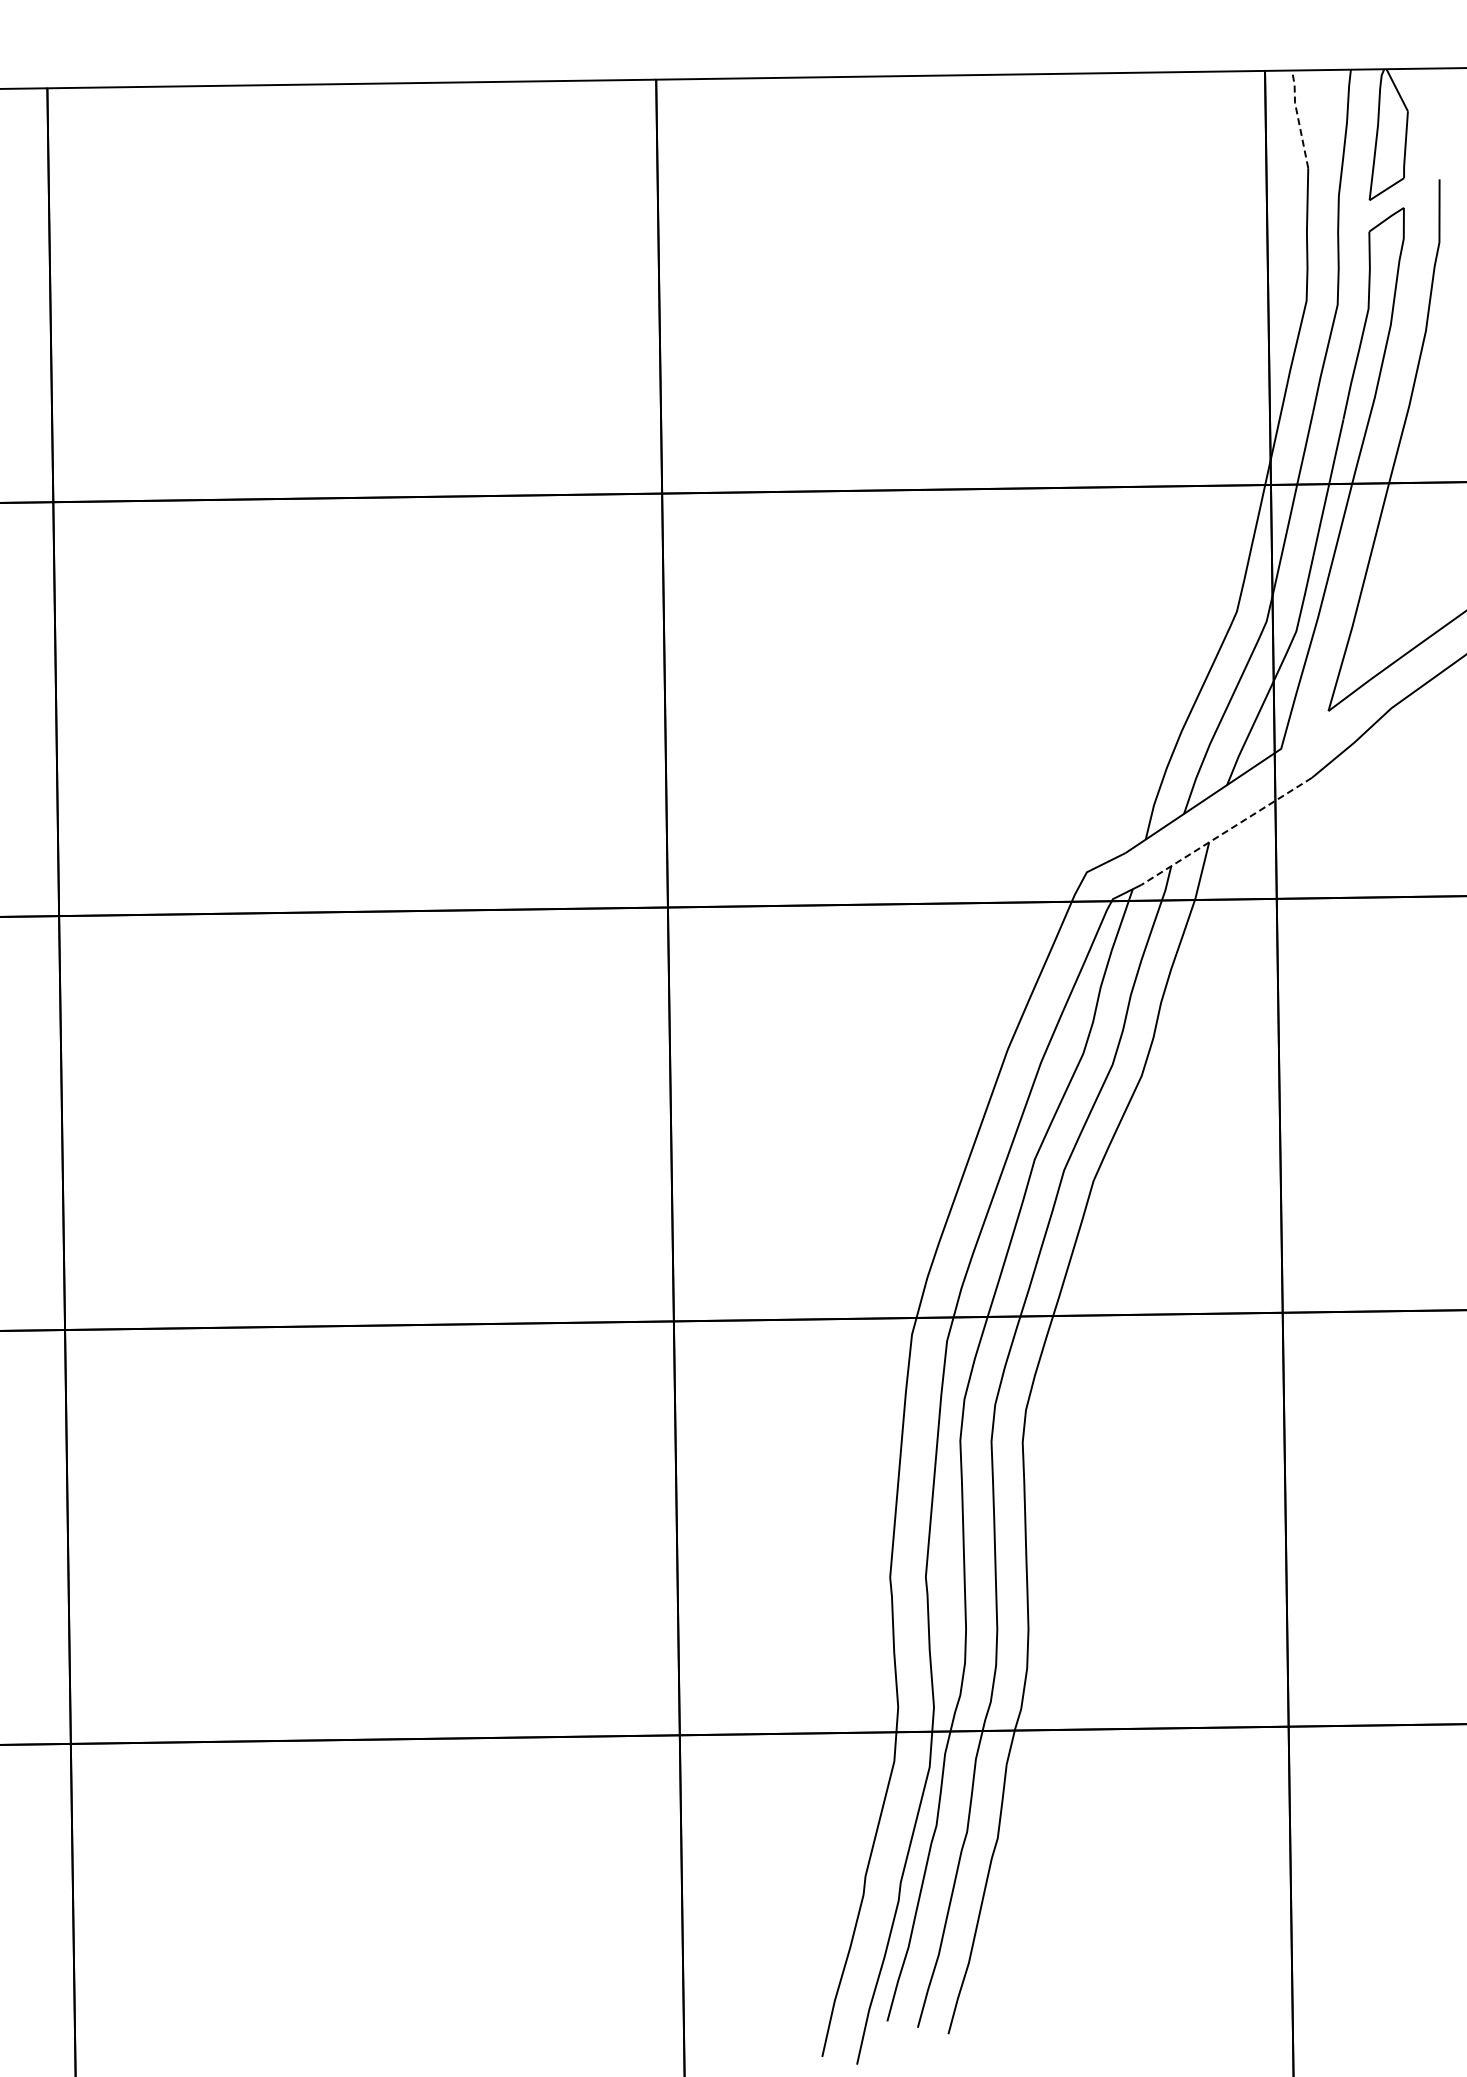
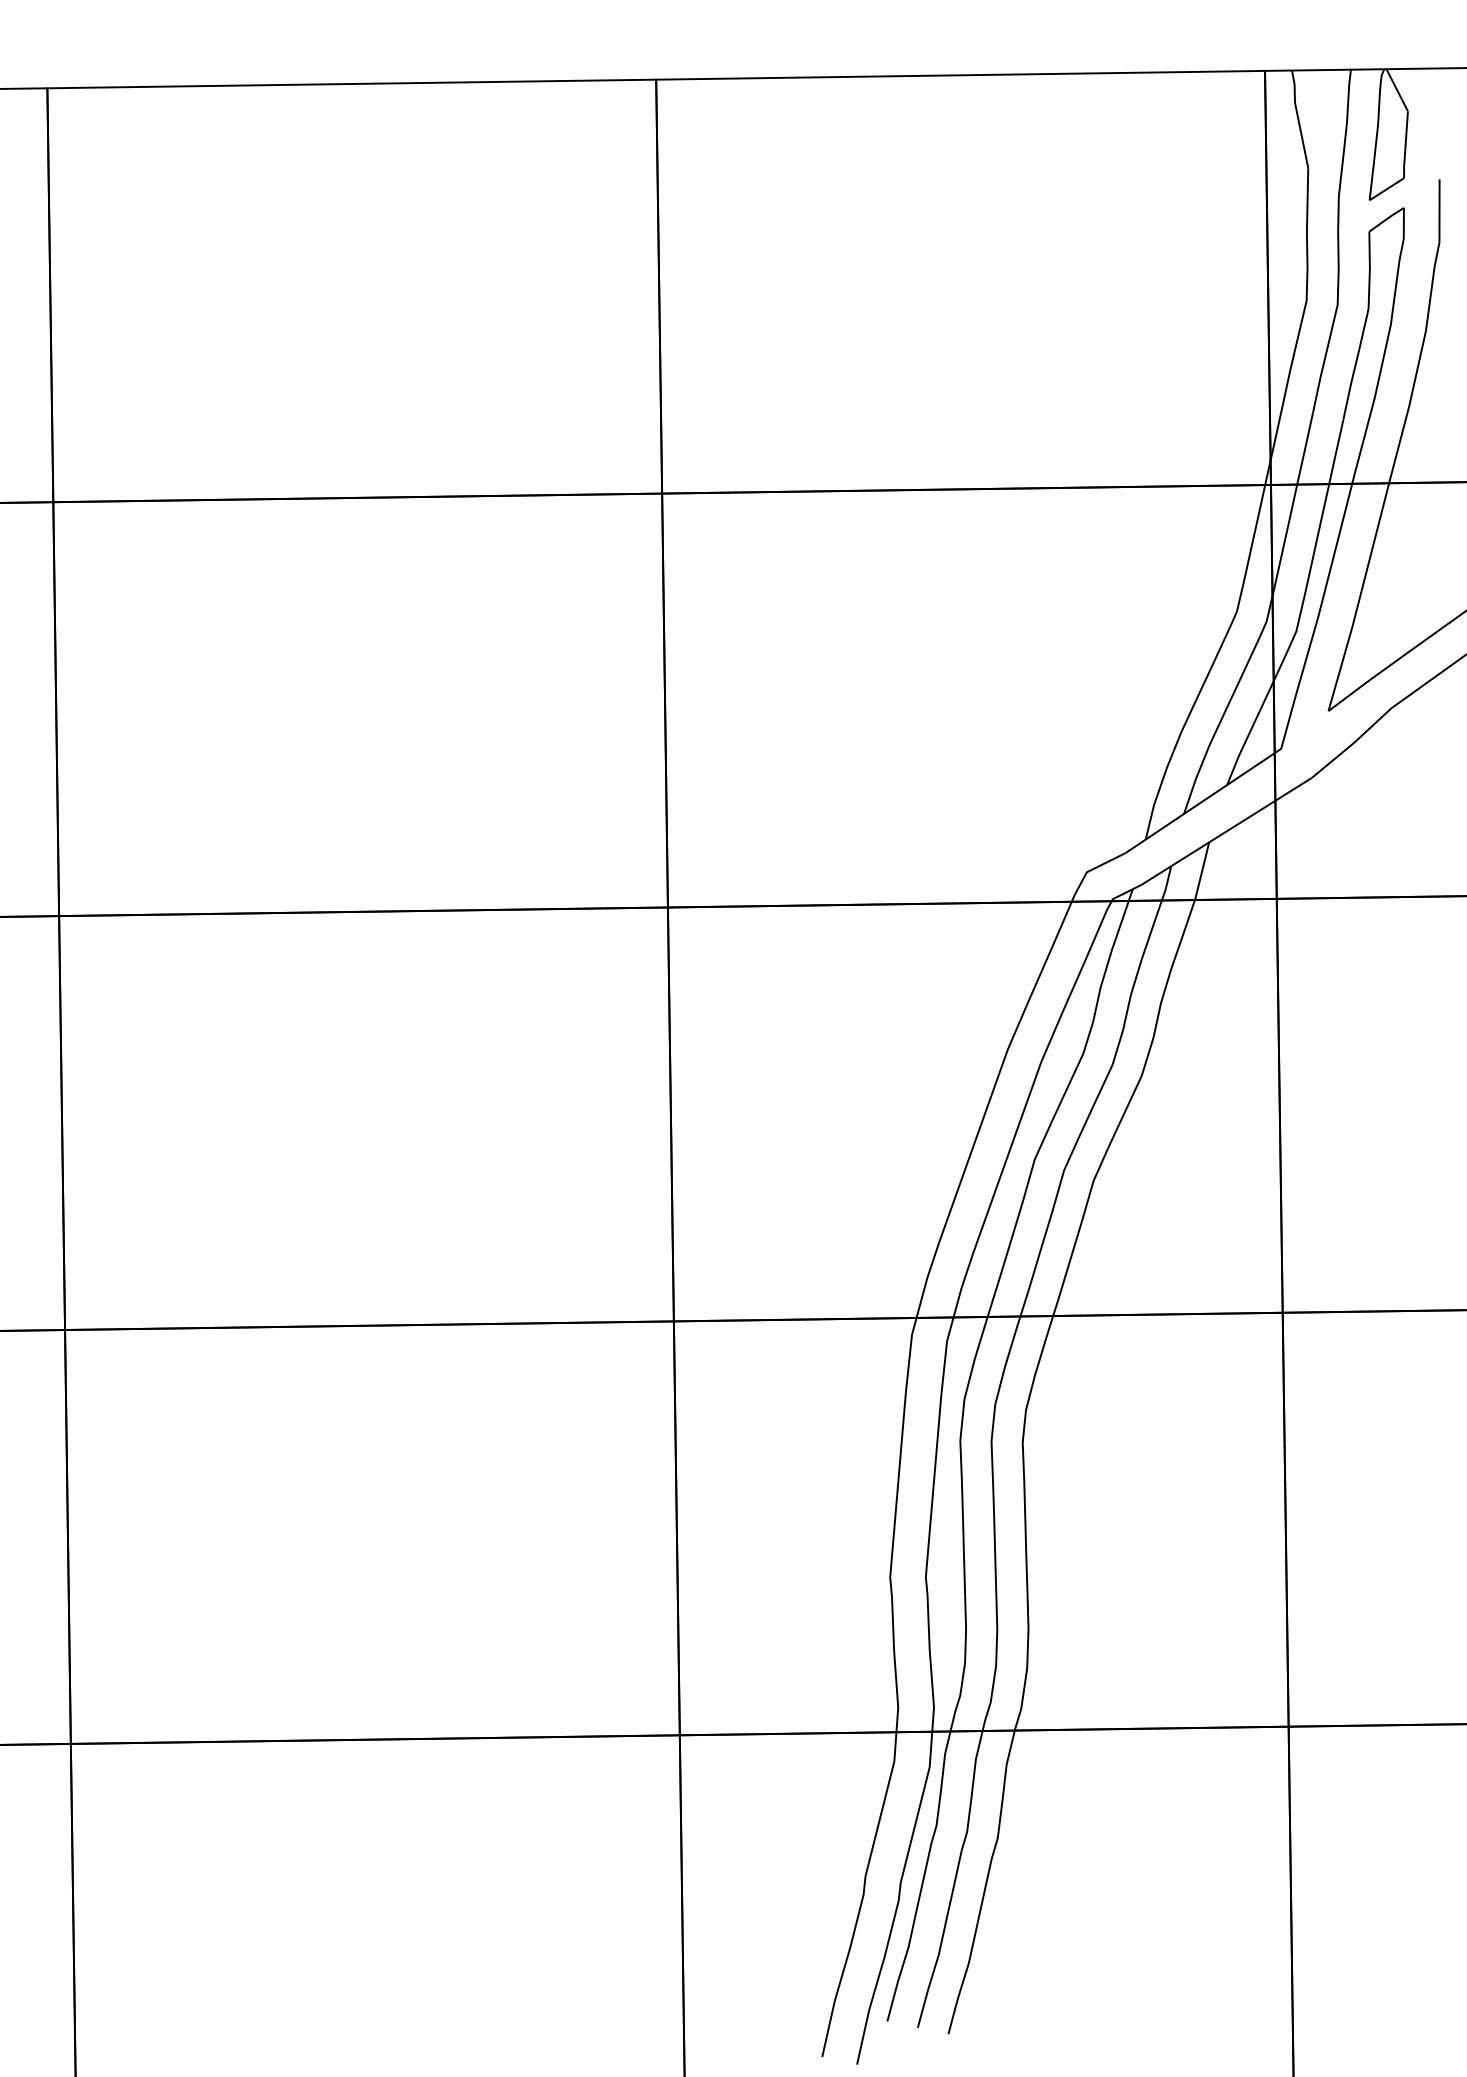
line at (1298, 117): dashed -> solid
line at (1226, 831): dashed -> solid
